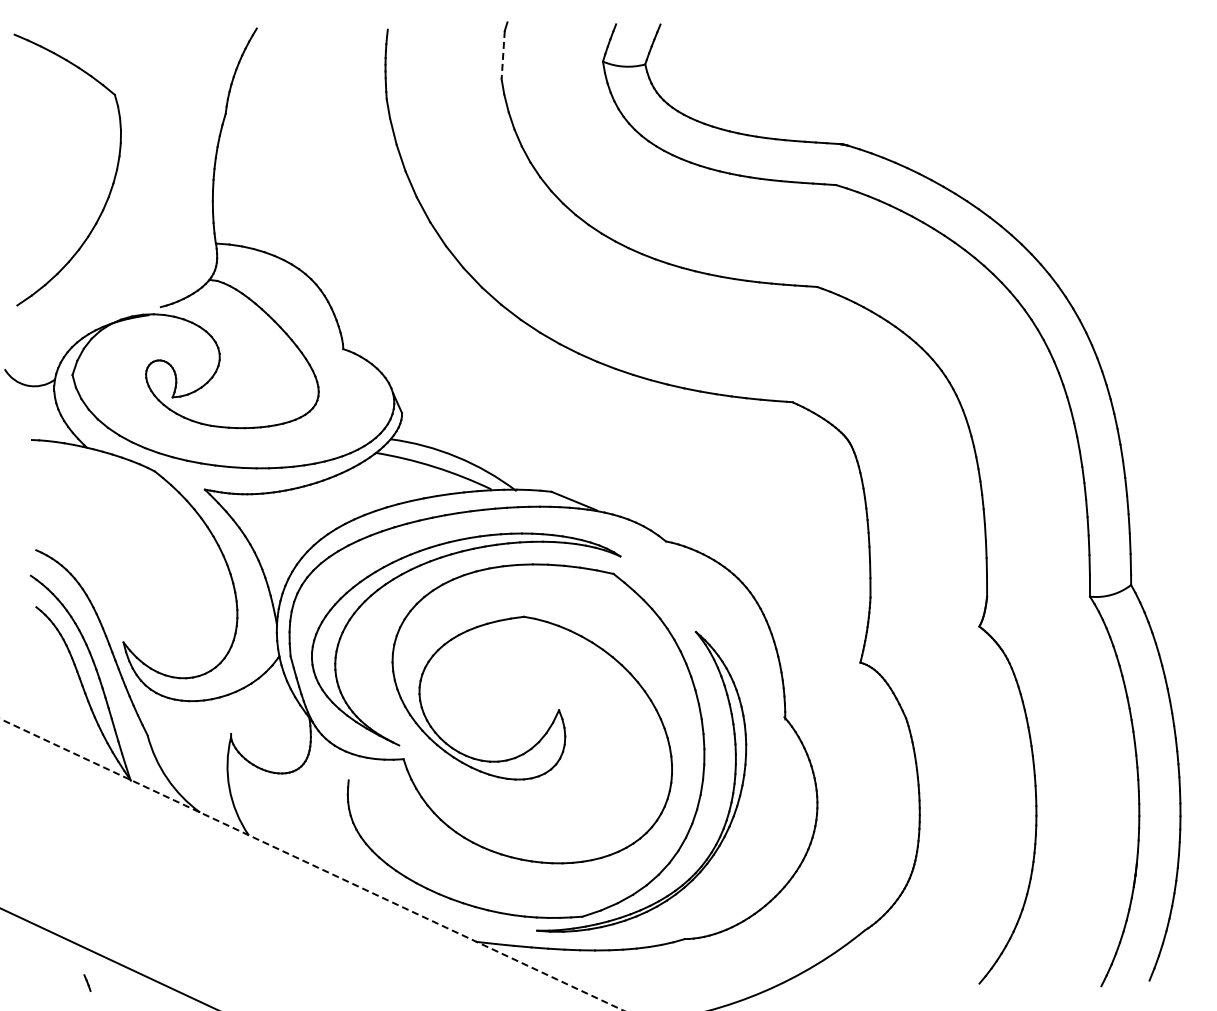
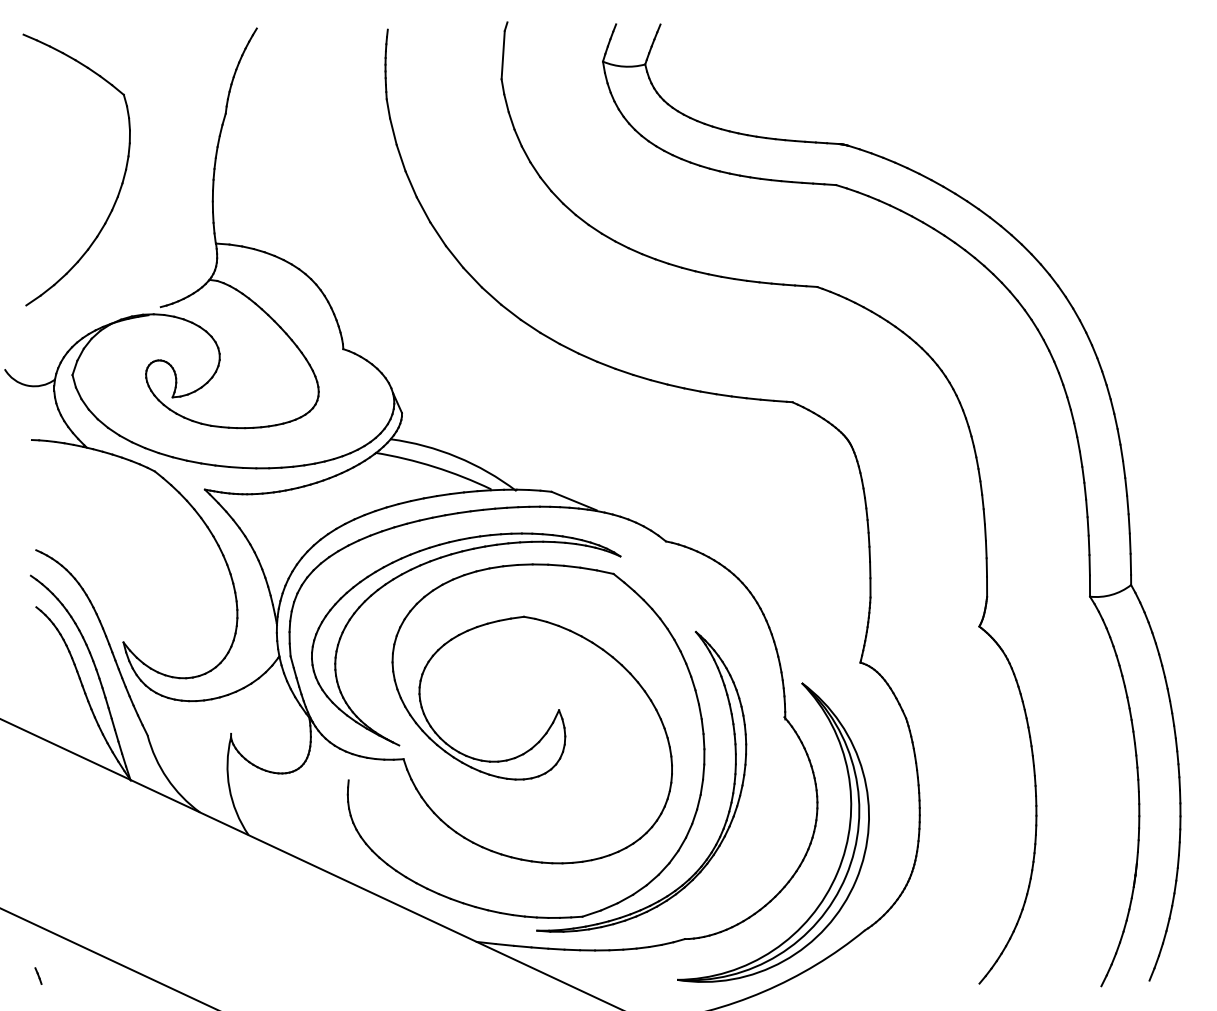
line at (503, 55): dashed -> solid
part at (111, 185) position: (111, 185) -> (120, 185)
part at (843, 851): none -> present
line at (312, 864): dashed -> solid
line at (87, 982) position: (87, 982) -> (38, 975)
